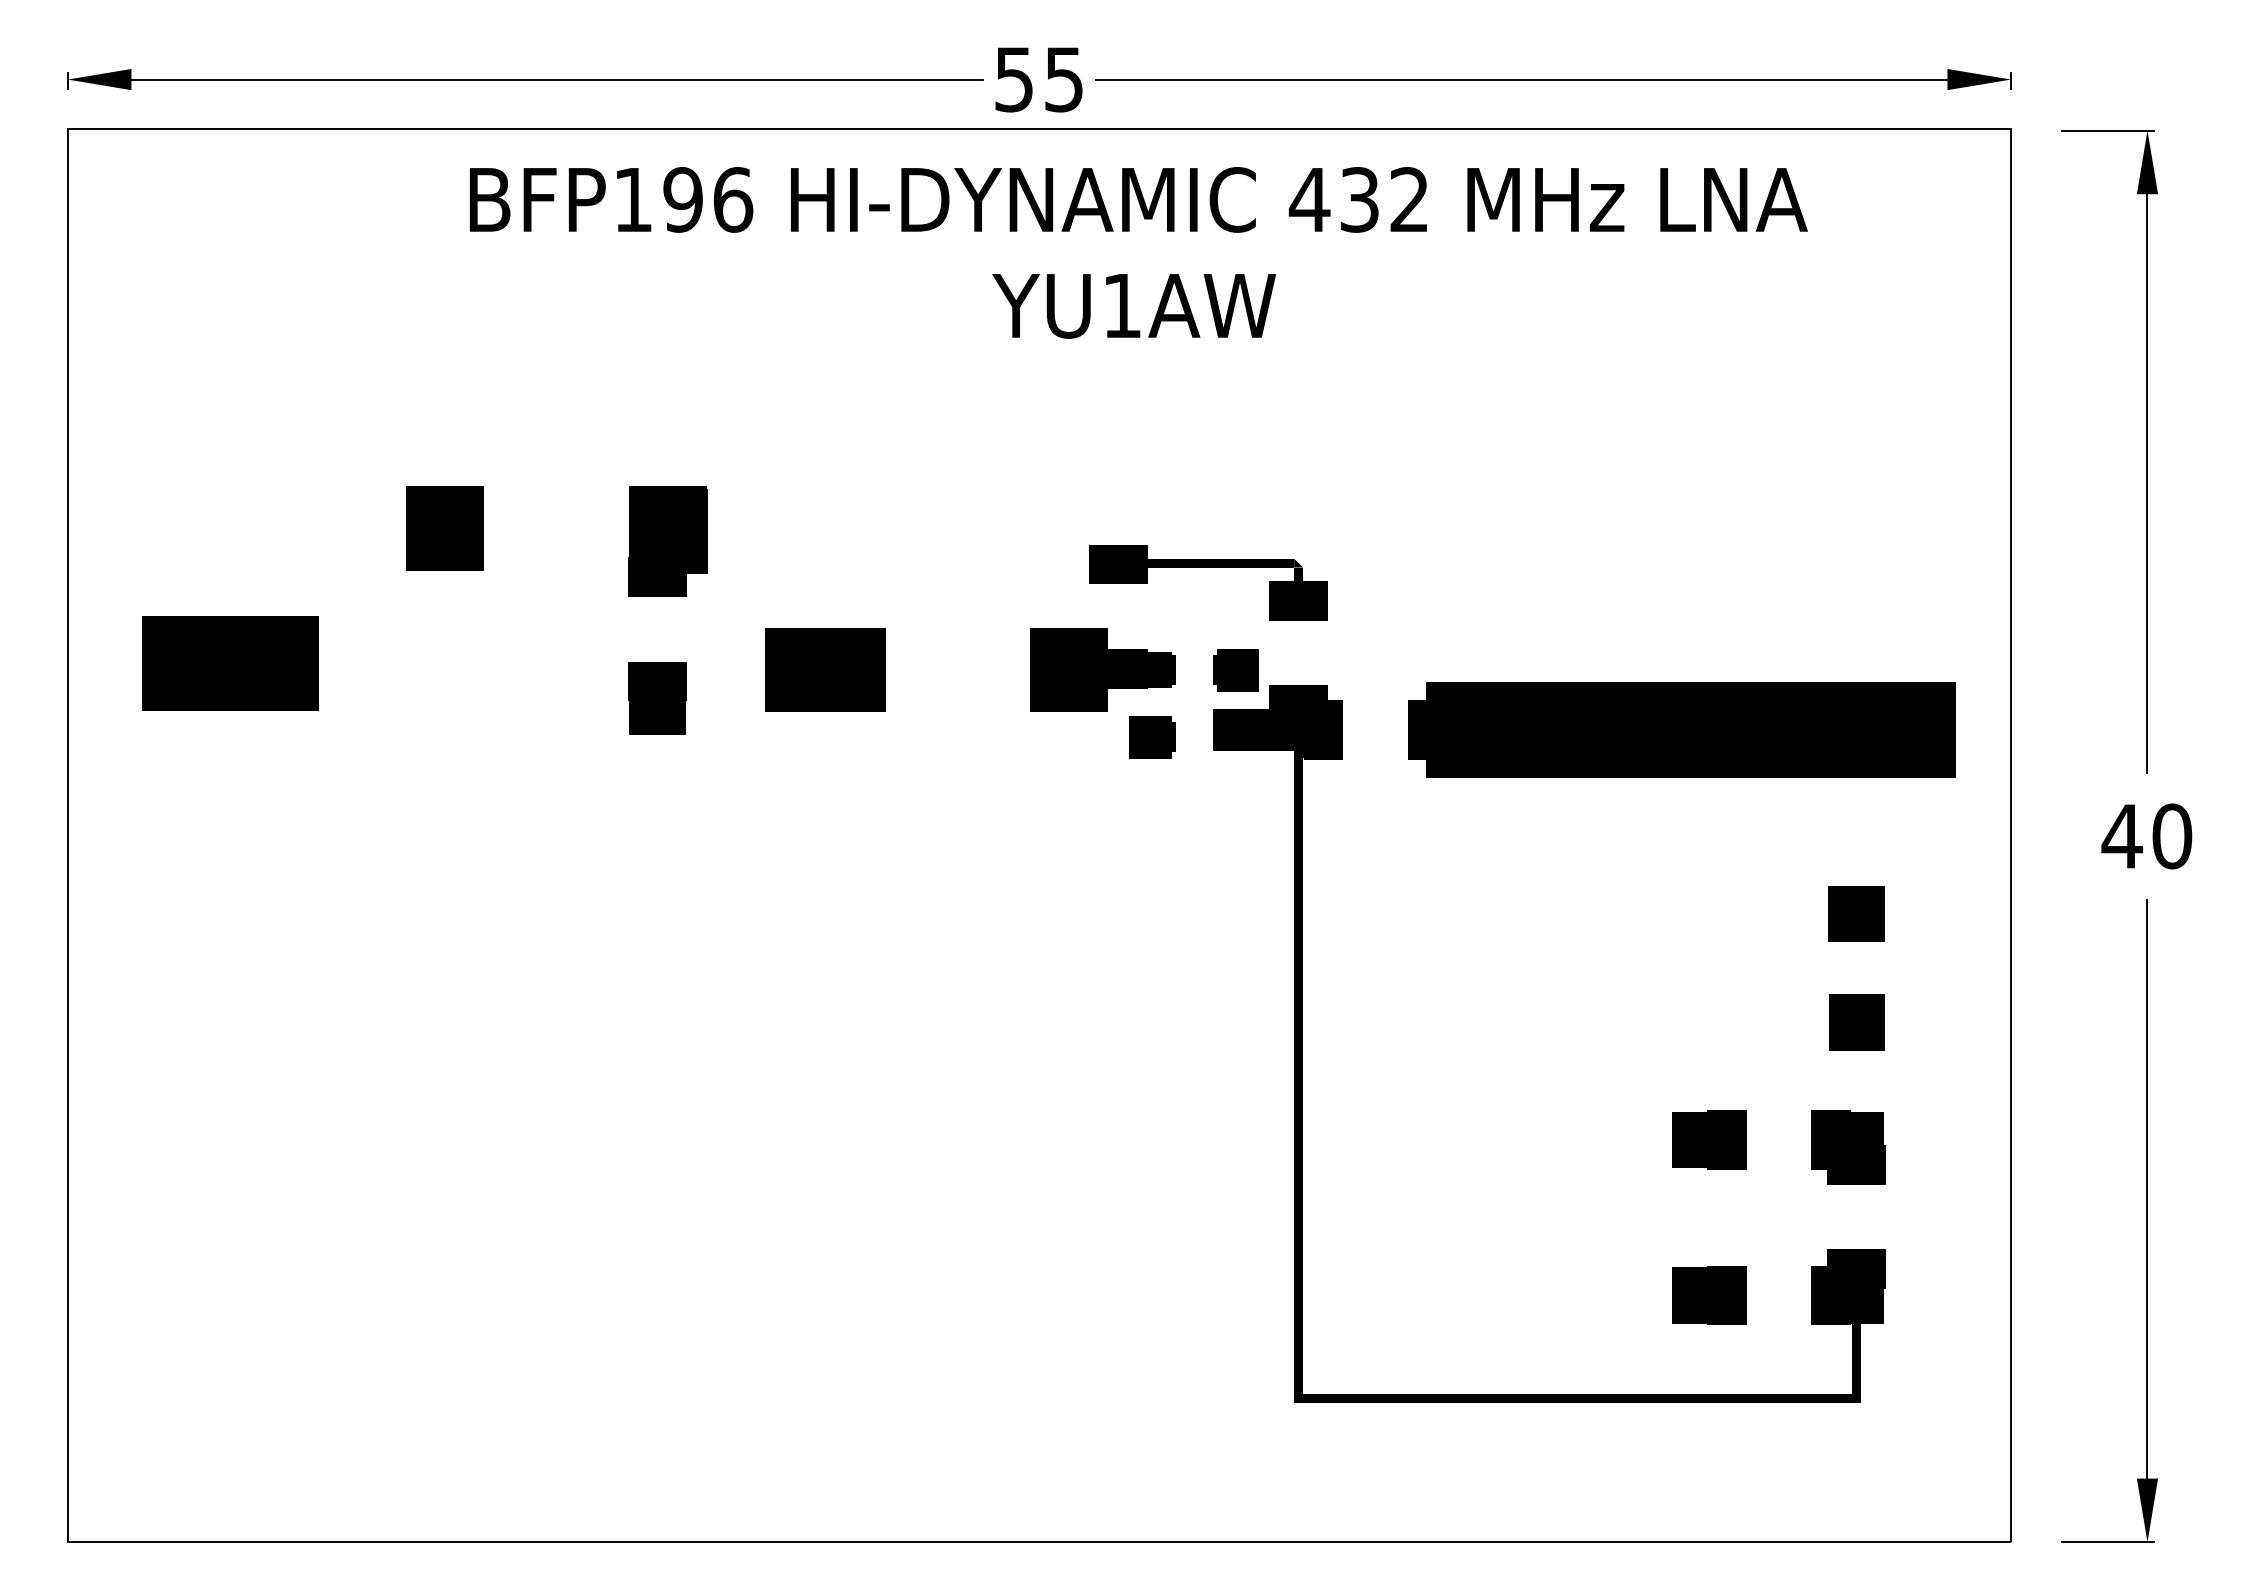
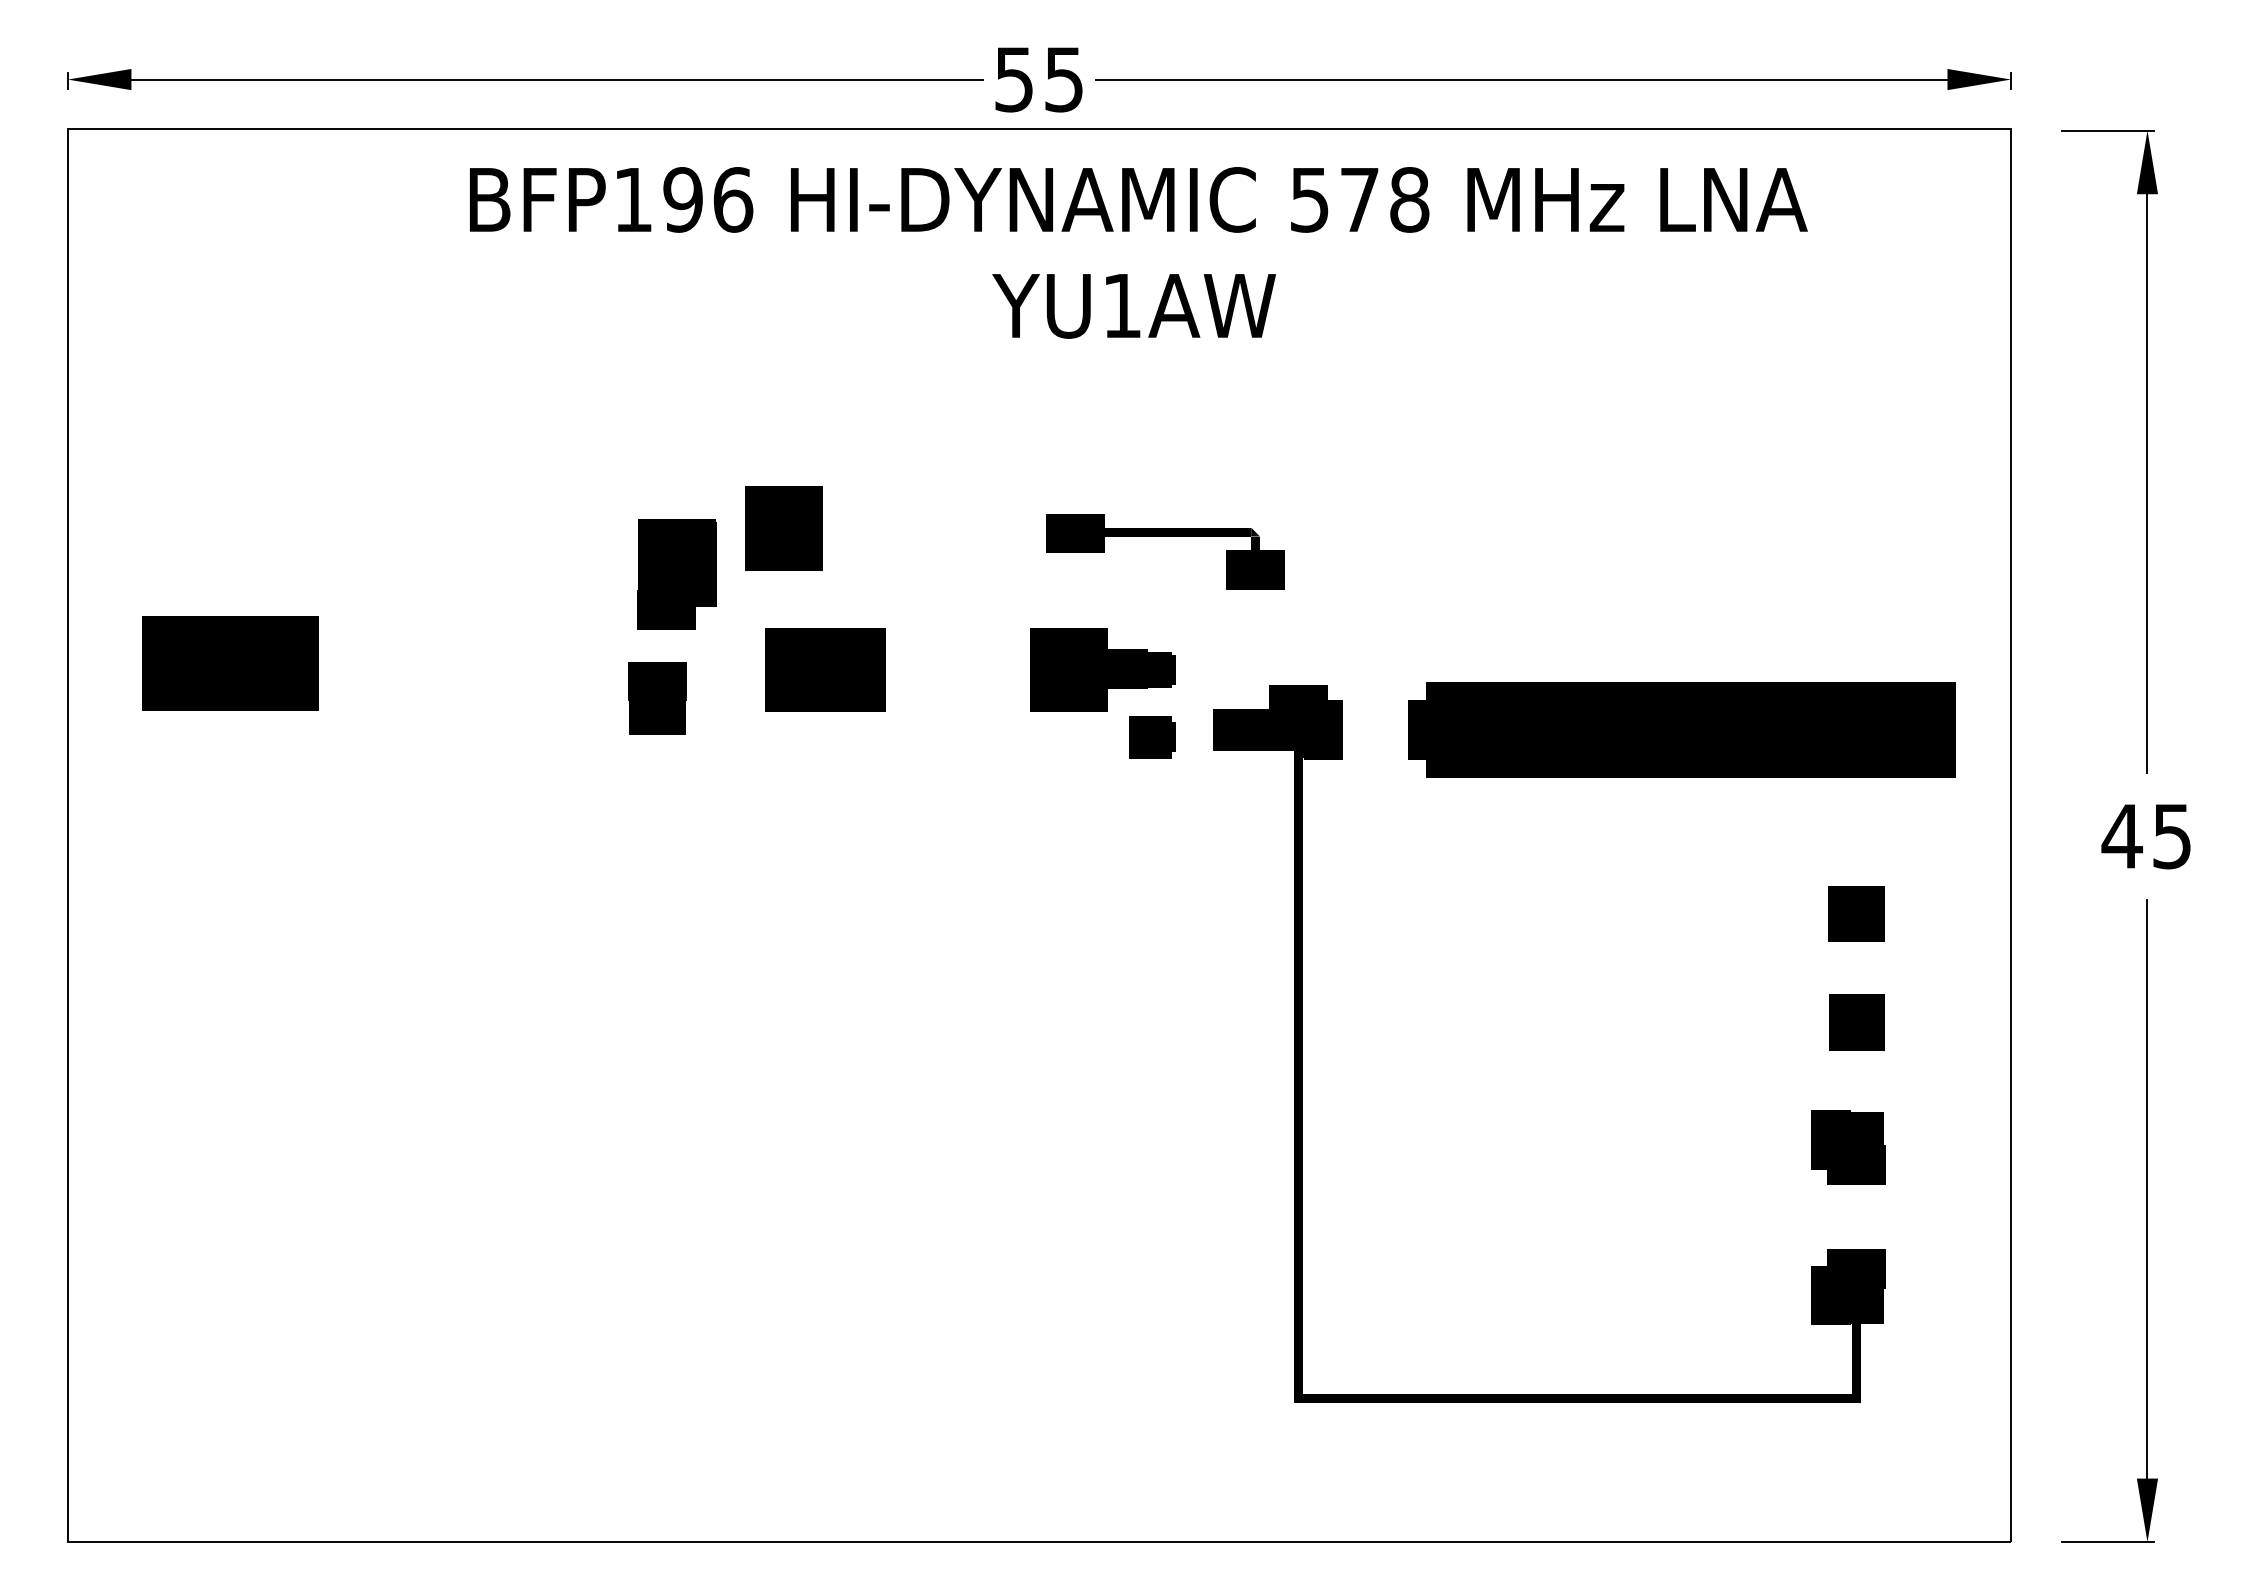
text at (1358, 199): 432 -> 578
part at (444, 528) position: (444, 528) -> (783, 528)
part at (667, 541) position: (667, 541) -> (676, 574)
part at (1208, 567) position: (1208, 567) -> (1165, 536)
part at (1235, 670): present -> none
text at (2172, 836): 40 -> 45
part at (1709, 1139): present -> none
part at (1709, 1295): present -> none
